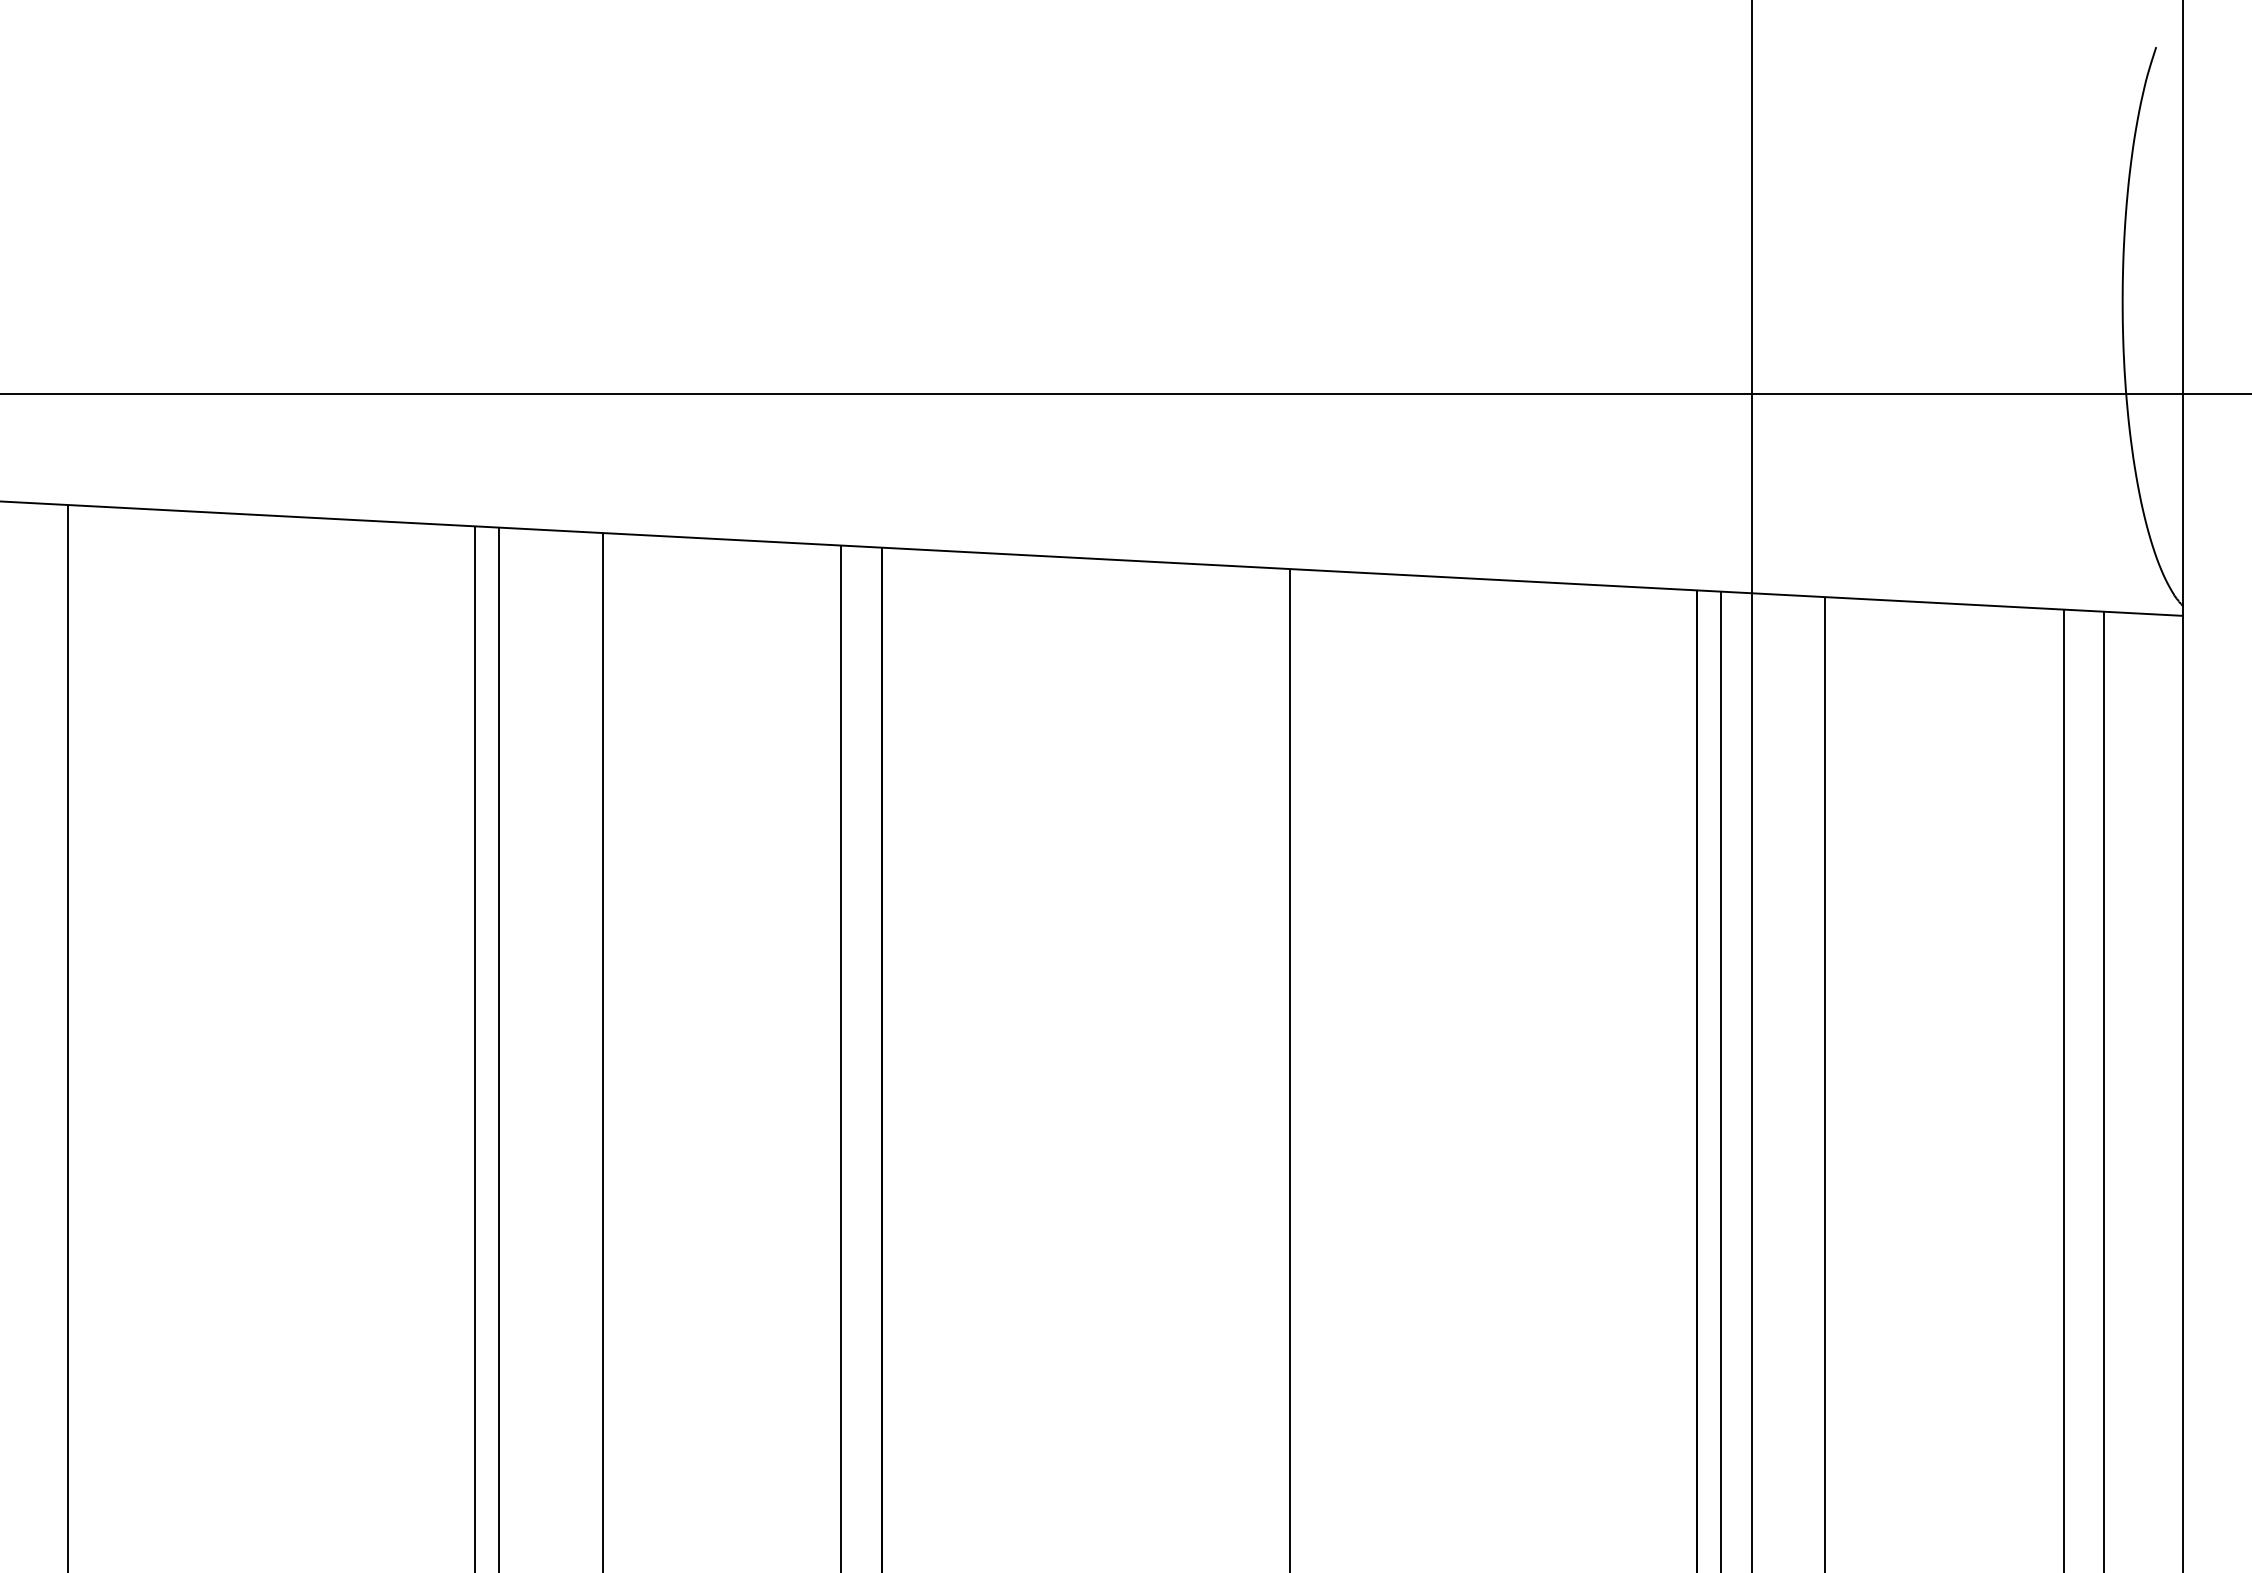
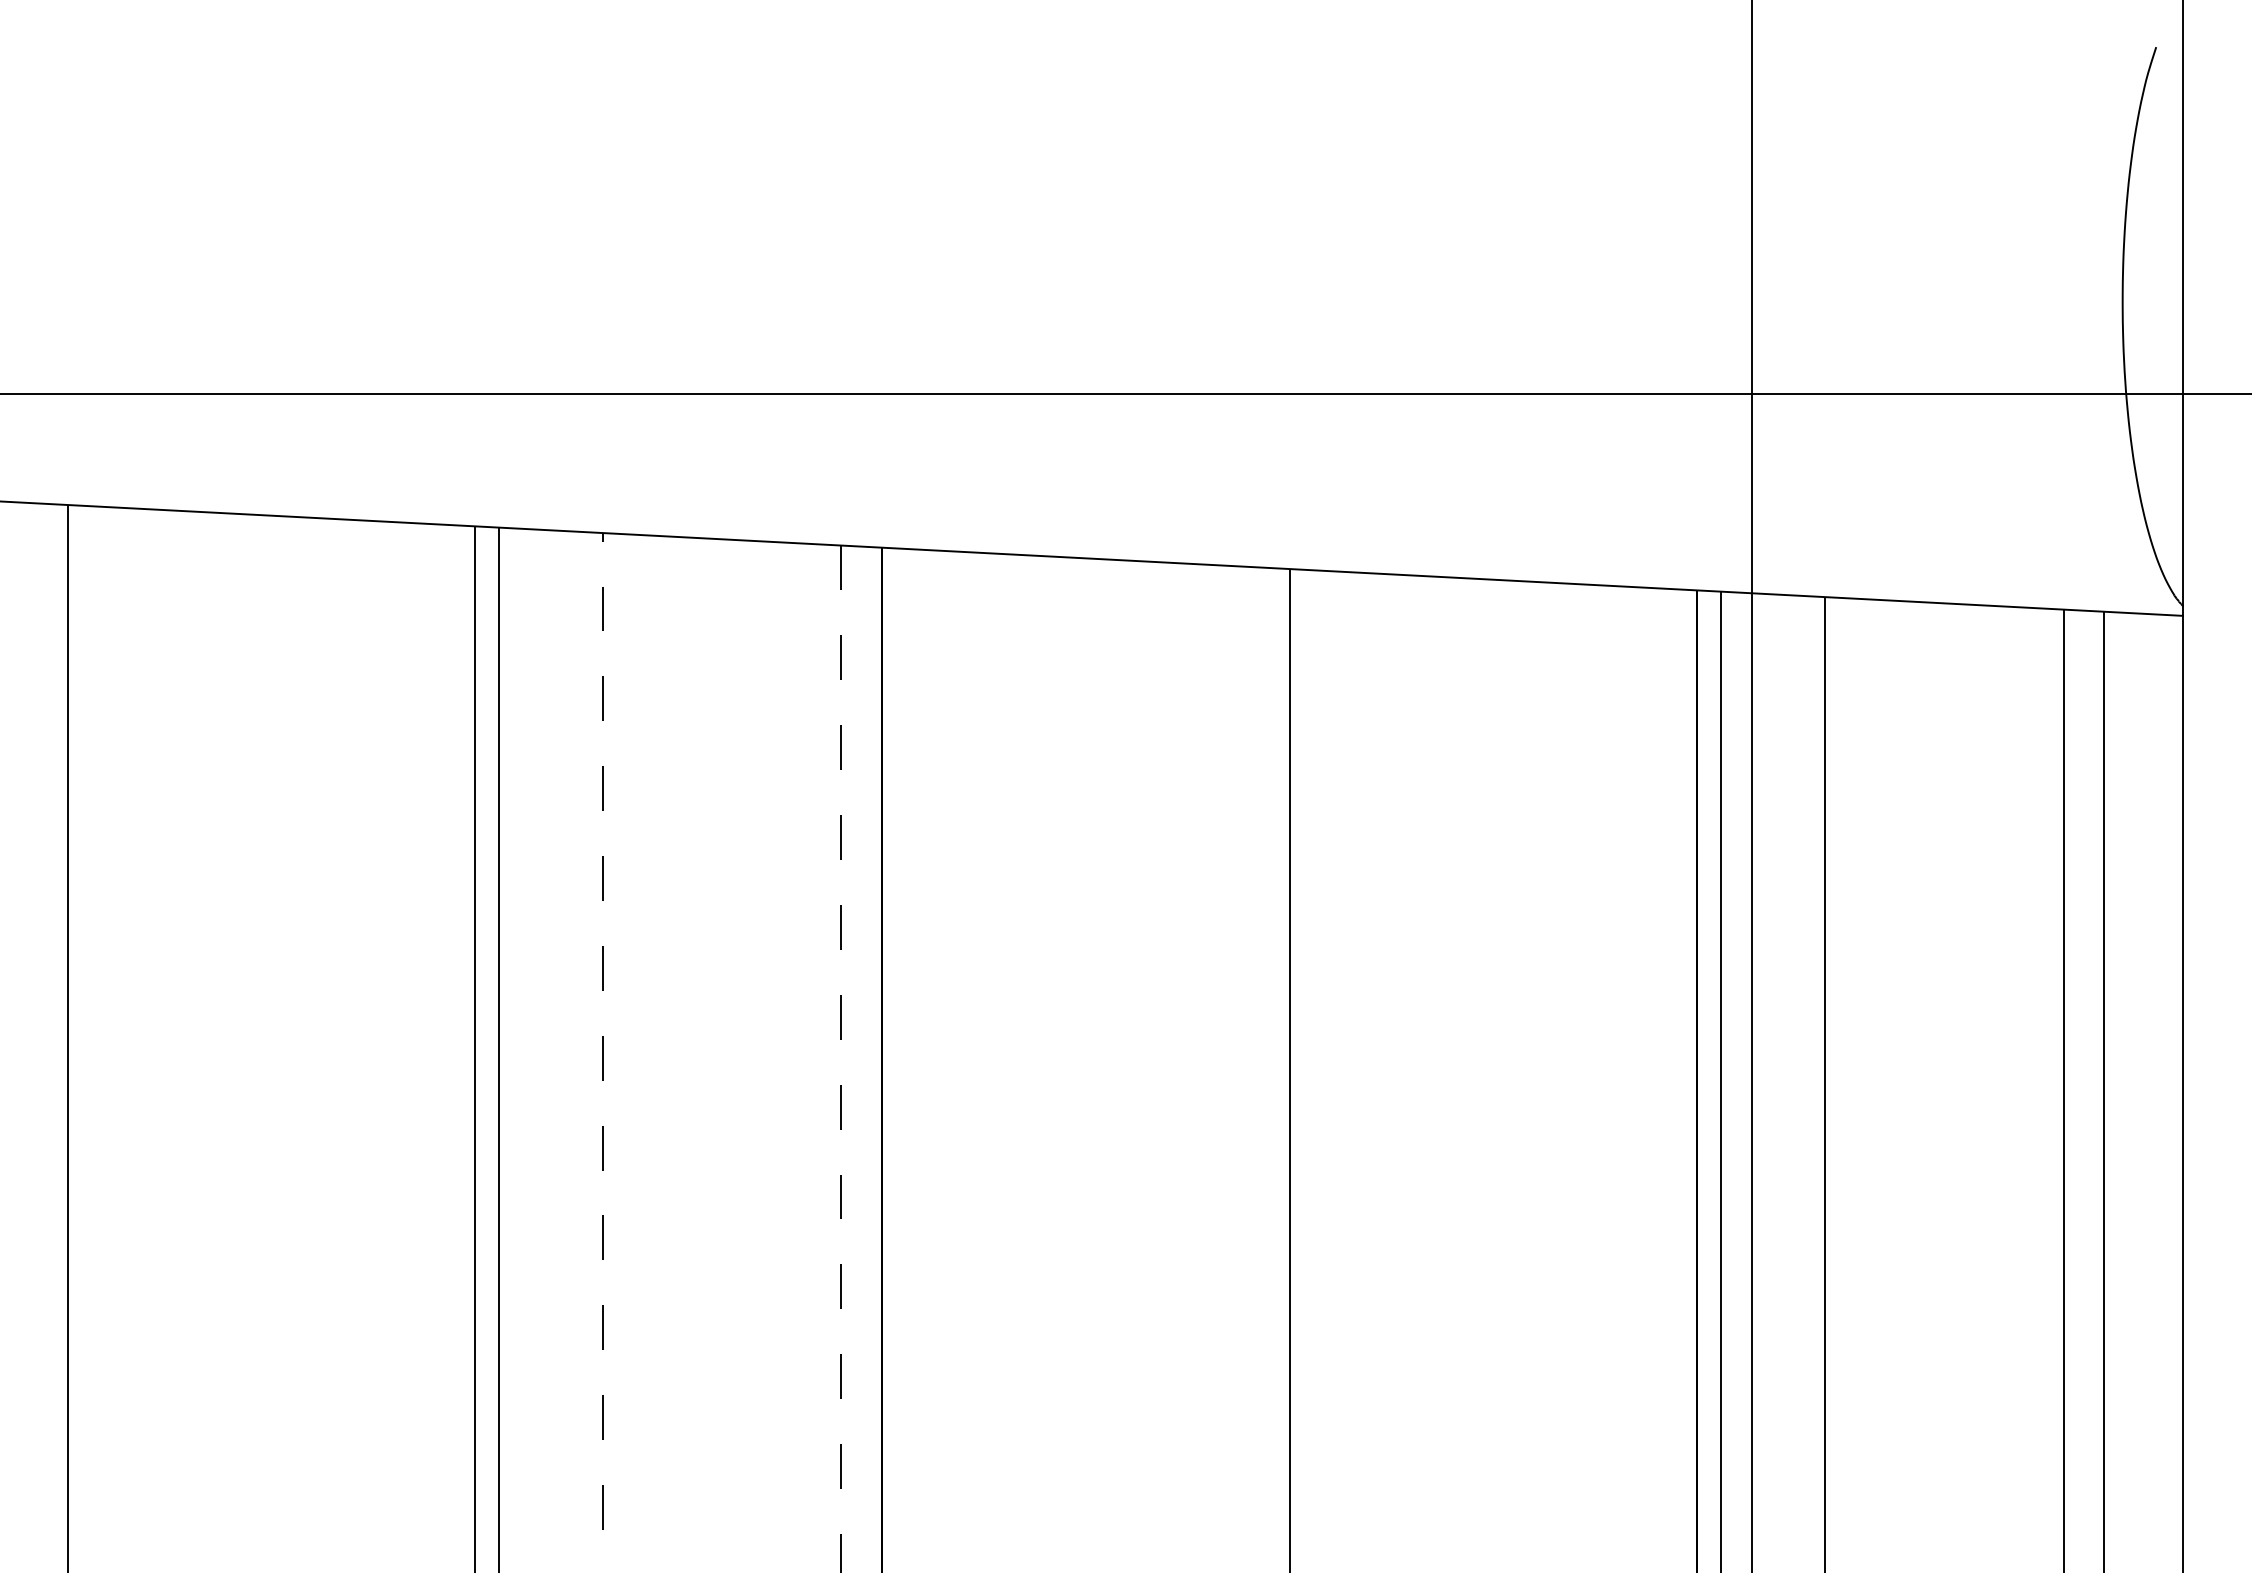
line at (602, 1052): solid -> dashed
line at (841, 1059): solid -> dashed
